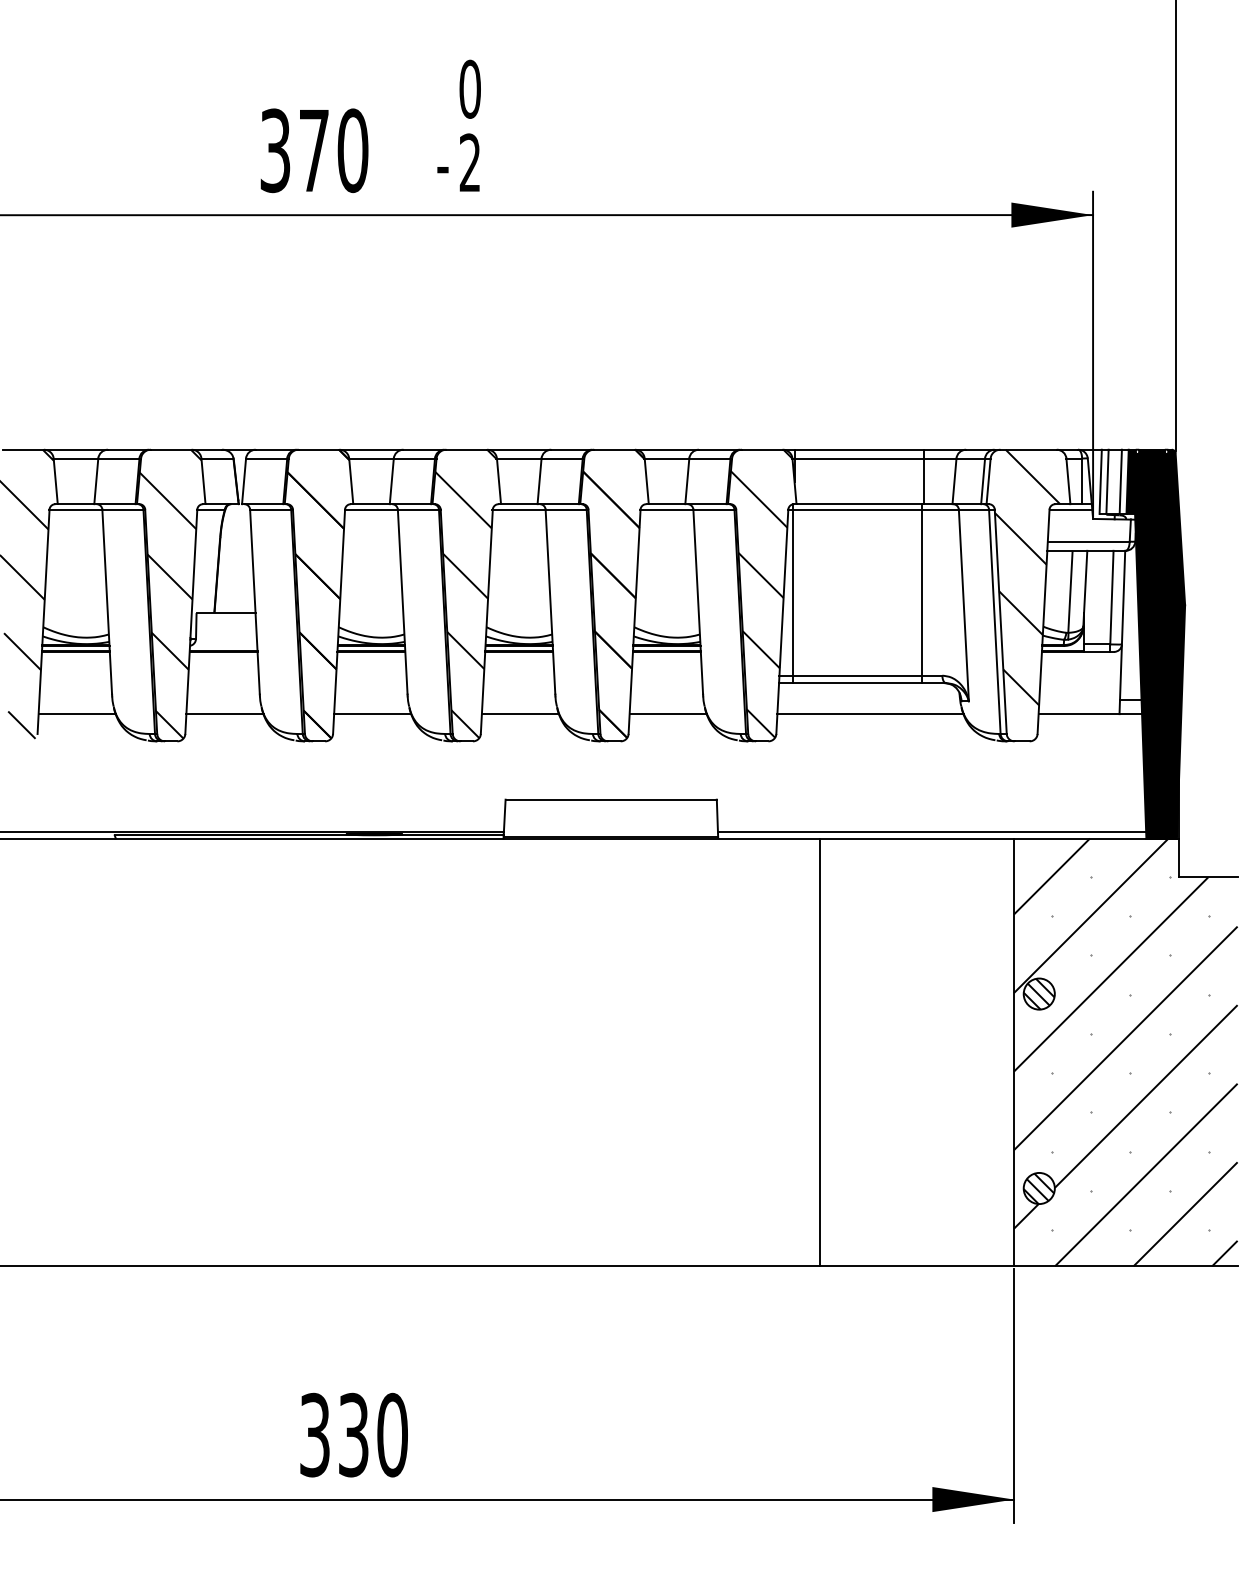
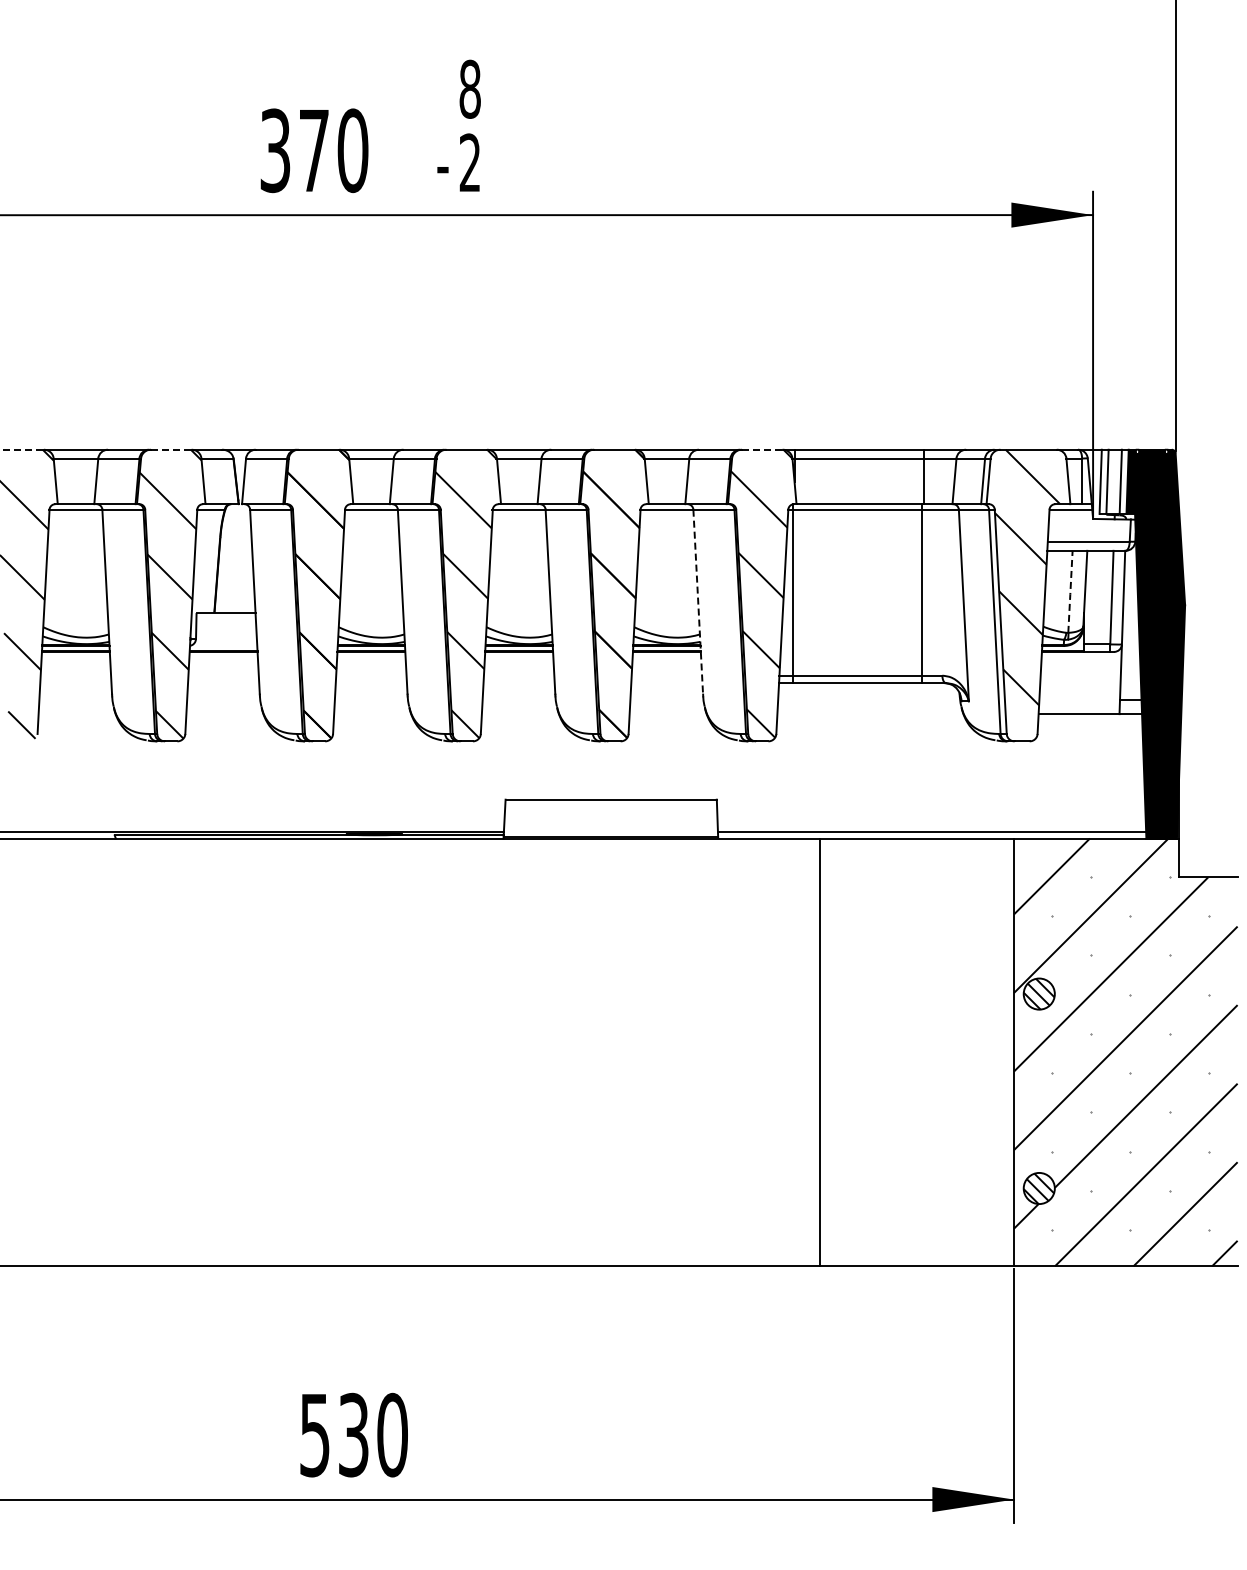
text at (469, 89): 0 -> 8
line at (24, 449): solid -> dashed
line at (171, 449): solid -> dashed
line at (762, 449): solid -> dashed
line at (1070, 592): solid -> dashed
line at (698, 602): solid -> dashed
line at (76, 714): present -> none
line at (224, 714): present -> none
line at (372, 714): present -> none
line at (520, 714): present -> none
line at (667, 714): present -> none
line at (870, 714): present -> none
text at (314, 1434): 330 -> 530
